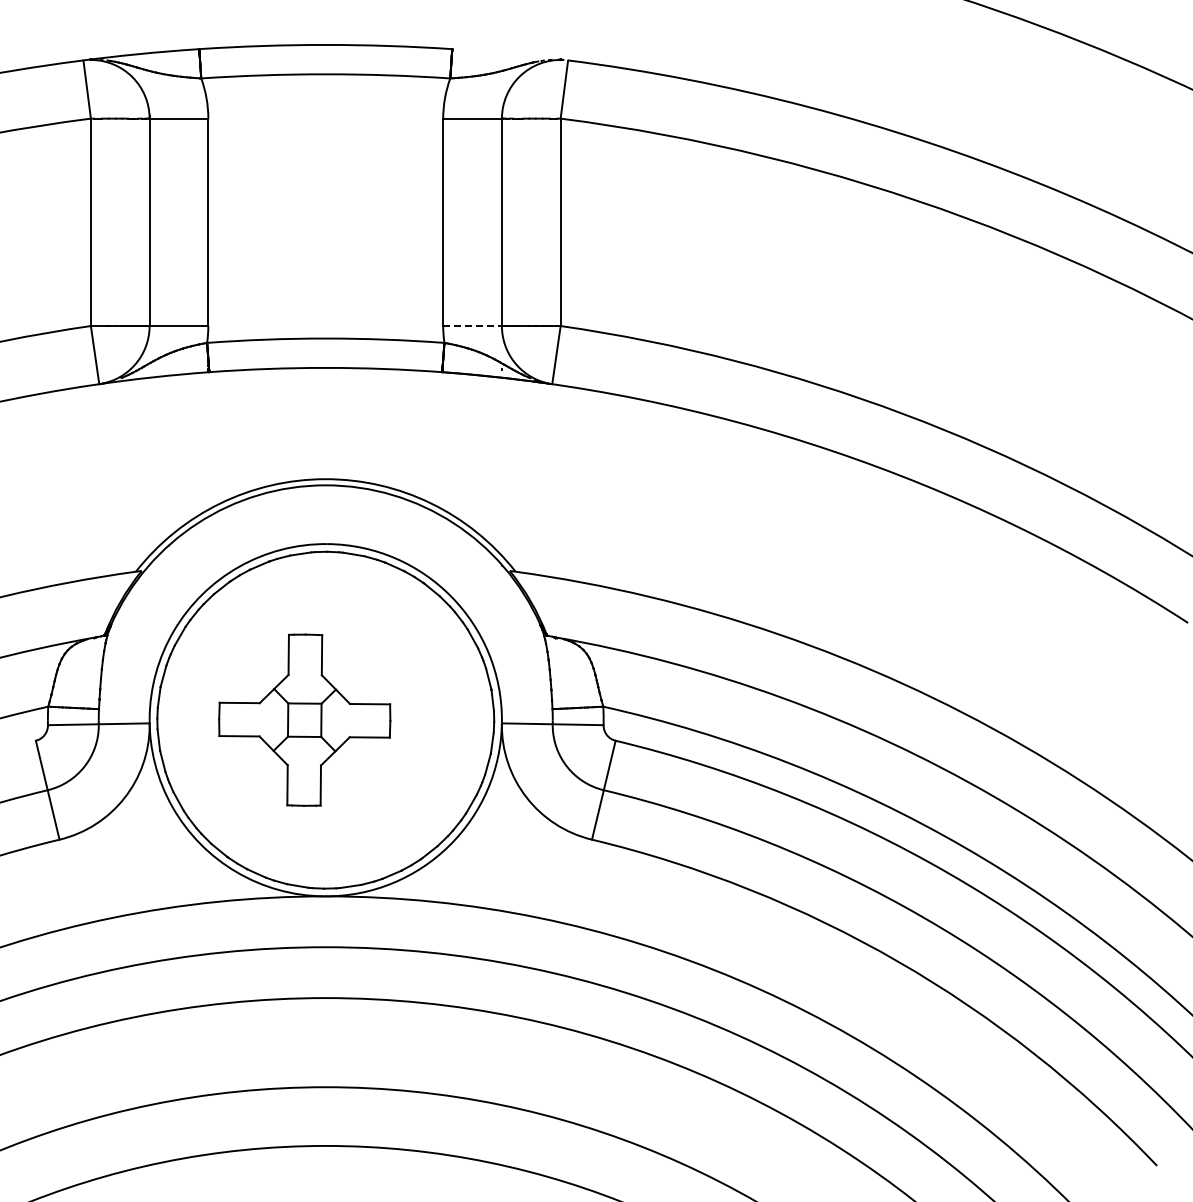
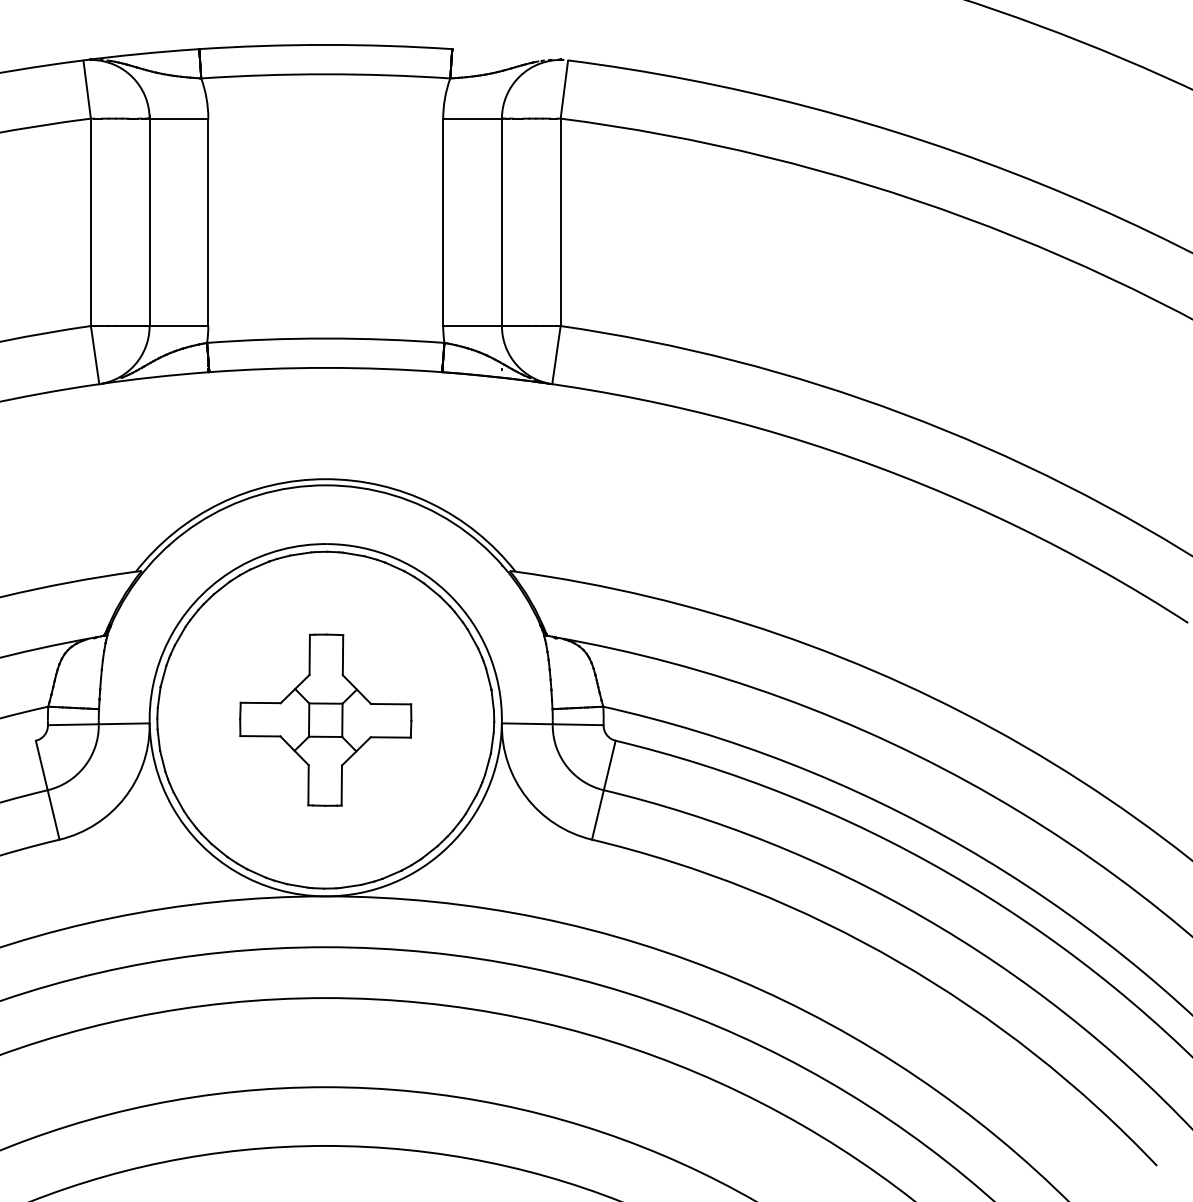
line at (473, 326): dashed -> solid
part at (304, 719) position: (304, 719) -> (325, 719)
